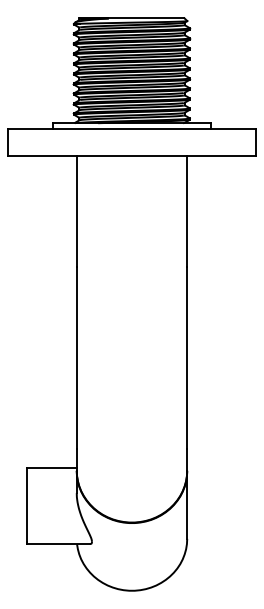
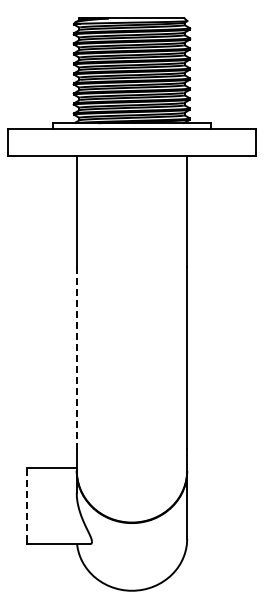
line at (76, 358): solid -> dashed
line at (27, 504): solid -> dashed
